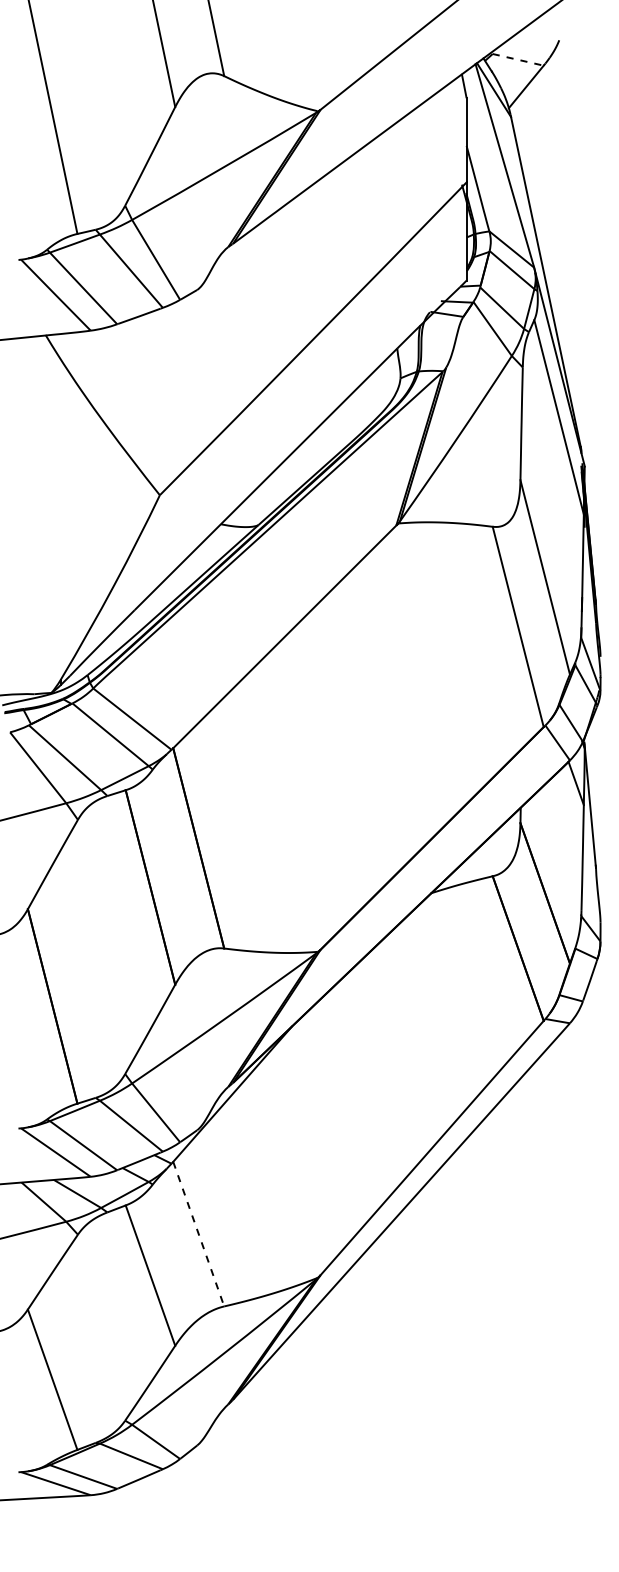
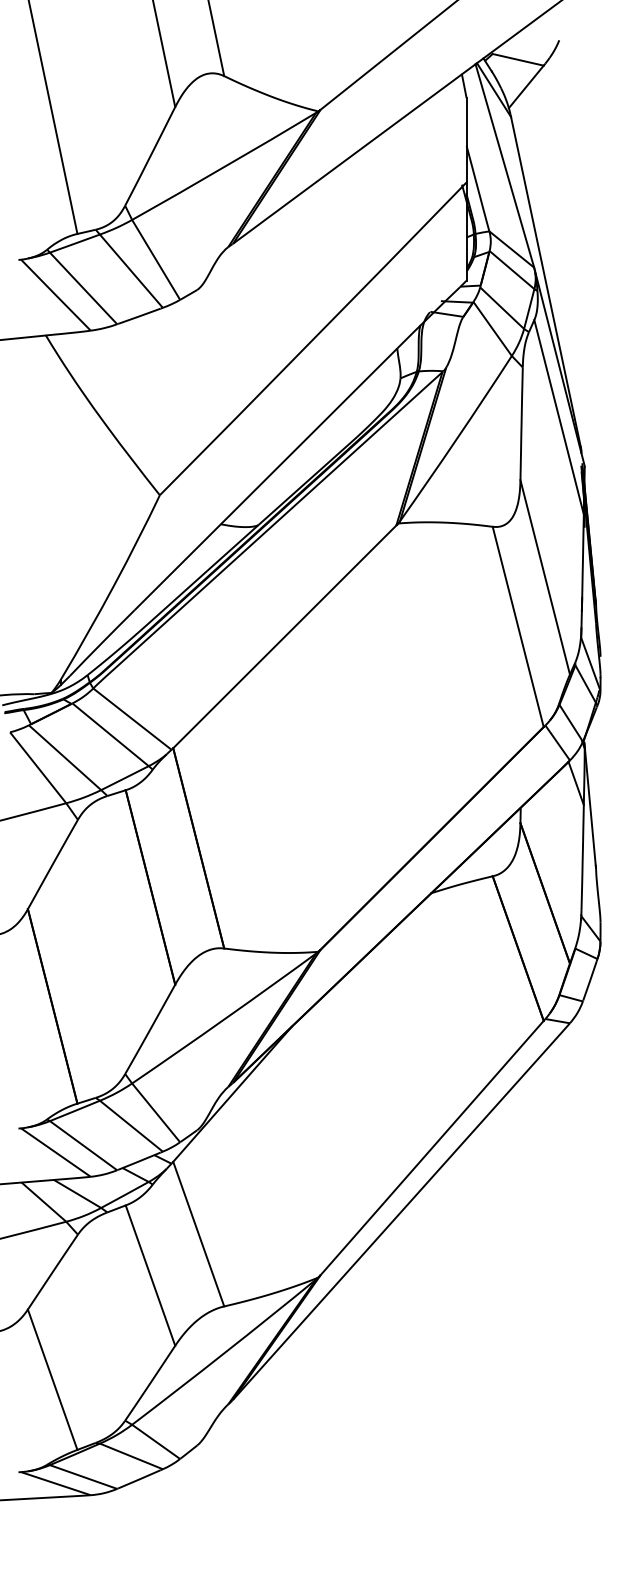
line at (518, 59): dashed -> solid
line at (198, 1234): dashed -> solid
